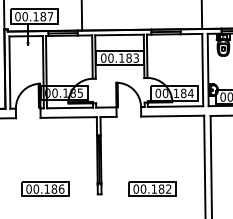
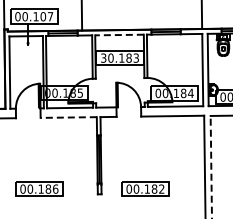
text at (43, 16): 00.187 -> 00.107
line at (119, 35): solid -> dashed
text at (103, 57): 00.183 -> 30.183
line at (68, 117): solid -> dashed
line at (211, 166): solid -> dashed
part at (45, 188) position: (45, 188) -> (39, 188)
part at (152, 188) position: (152, 188) -> (145, 188)
